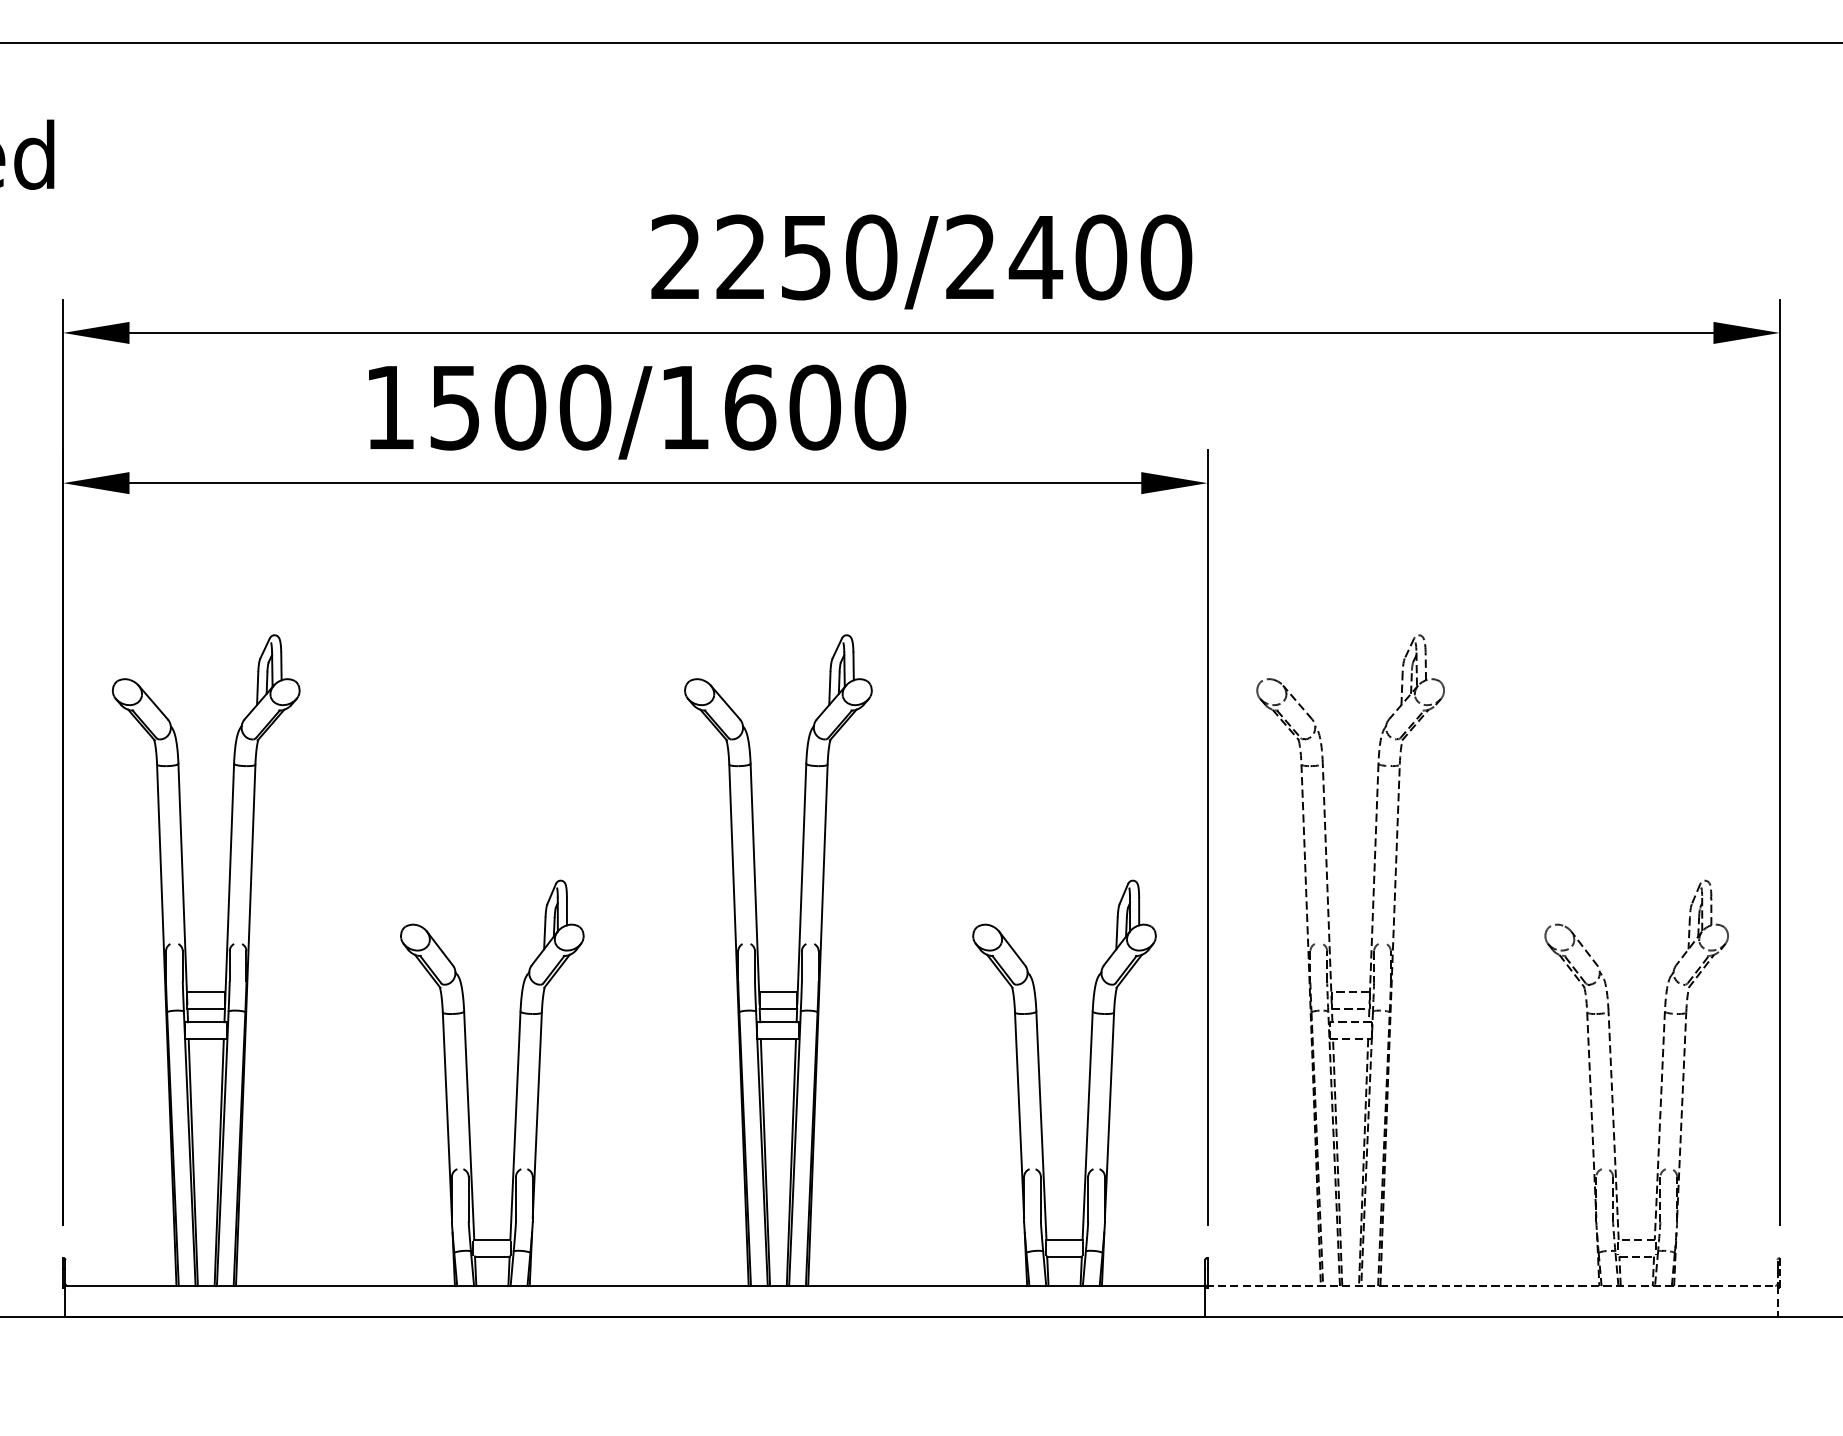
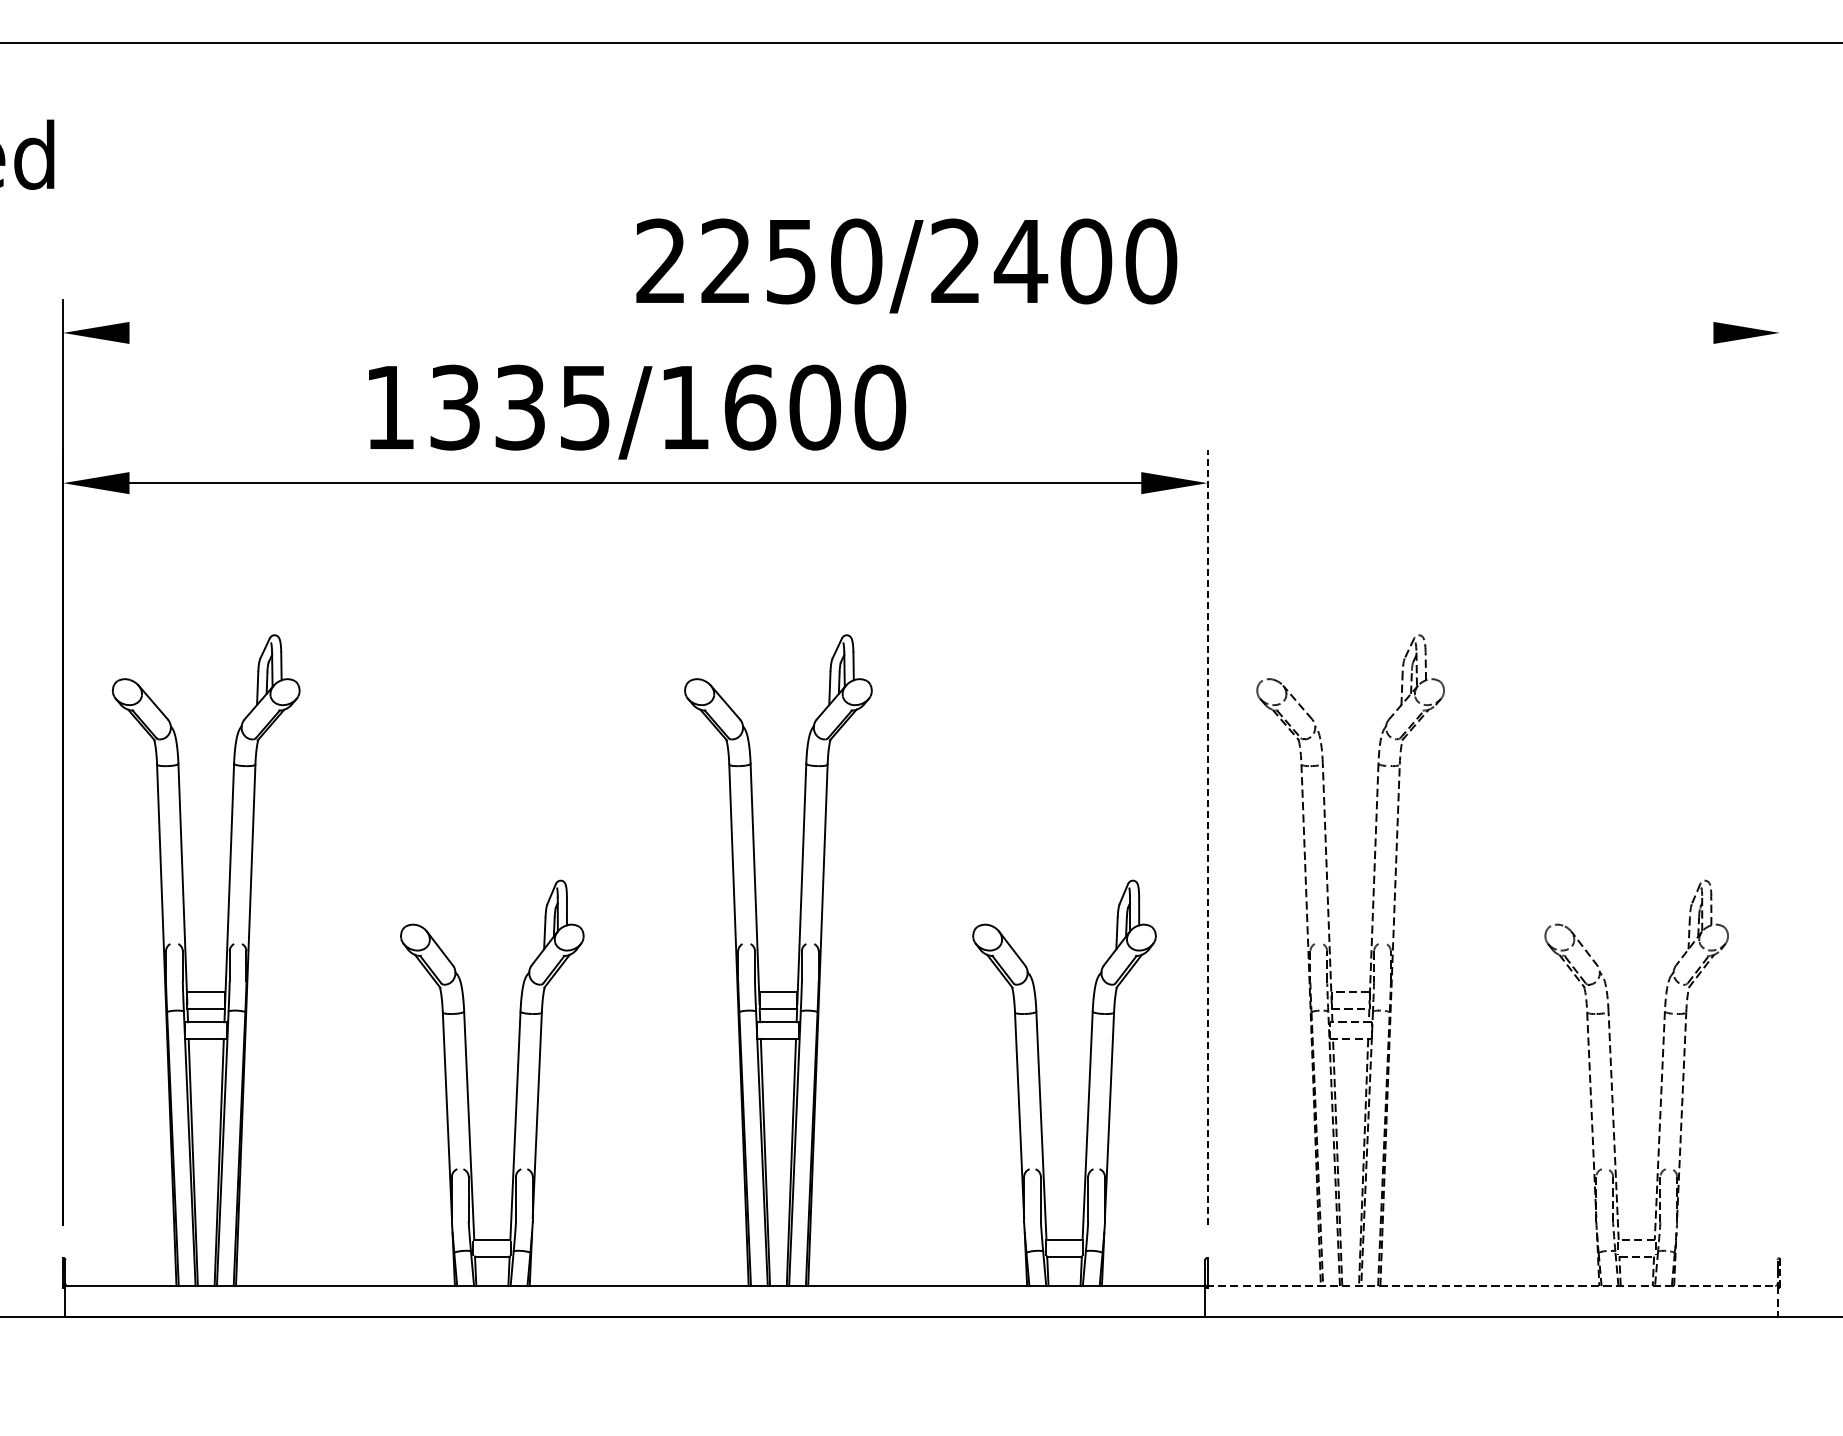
text at (921, 261) position: (921, 261) -> (906, 265)
line at (921, 332): present -> none
text at (520, 407): 1500/1600 -> 1335/1600
line at (1779, 761): present -> none
line at (1207, 836): solid -> dashed
